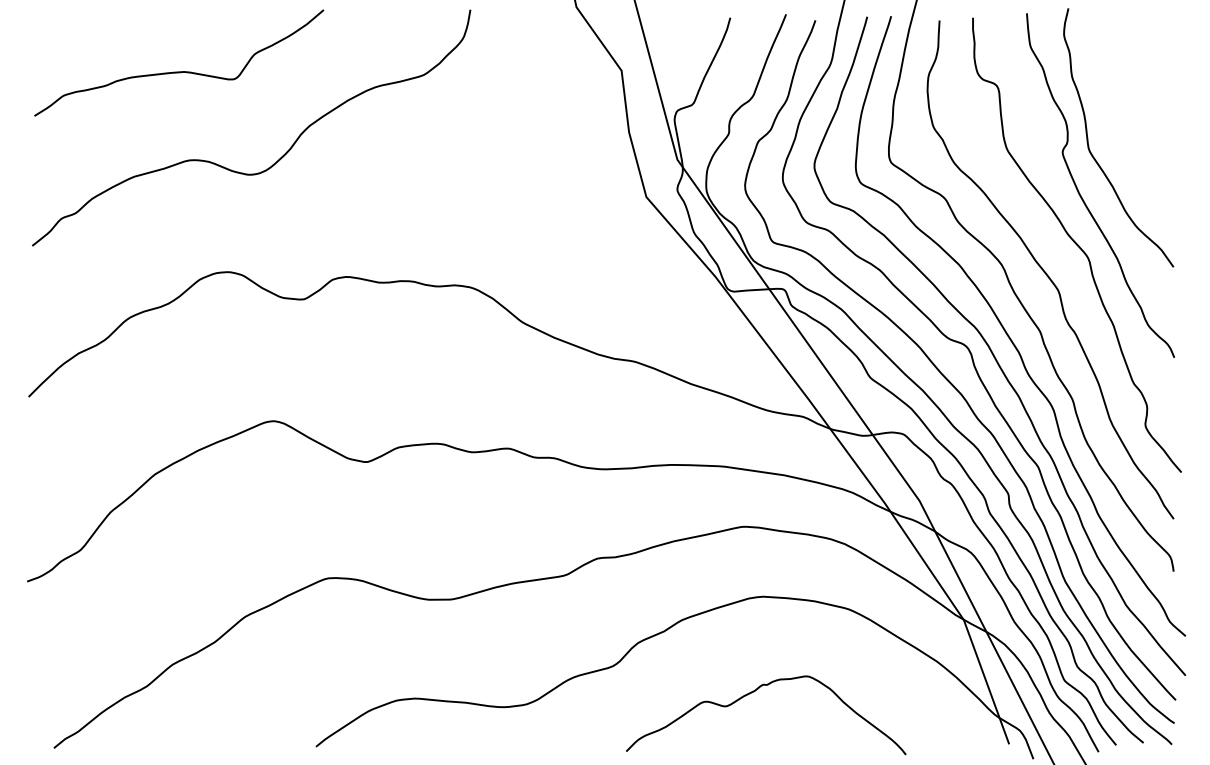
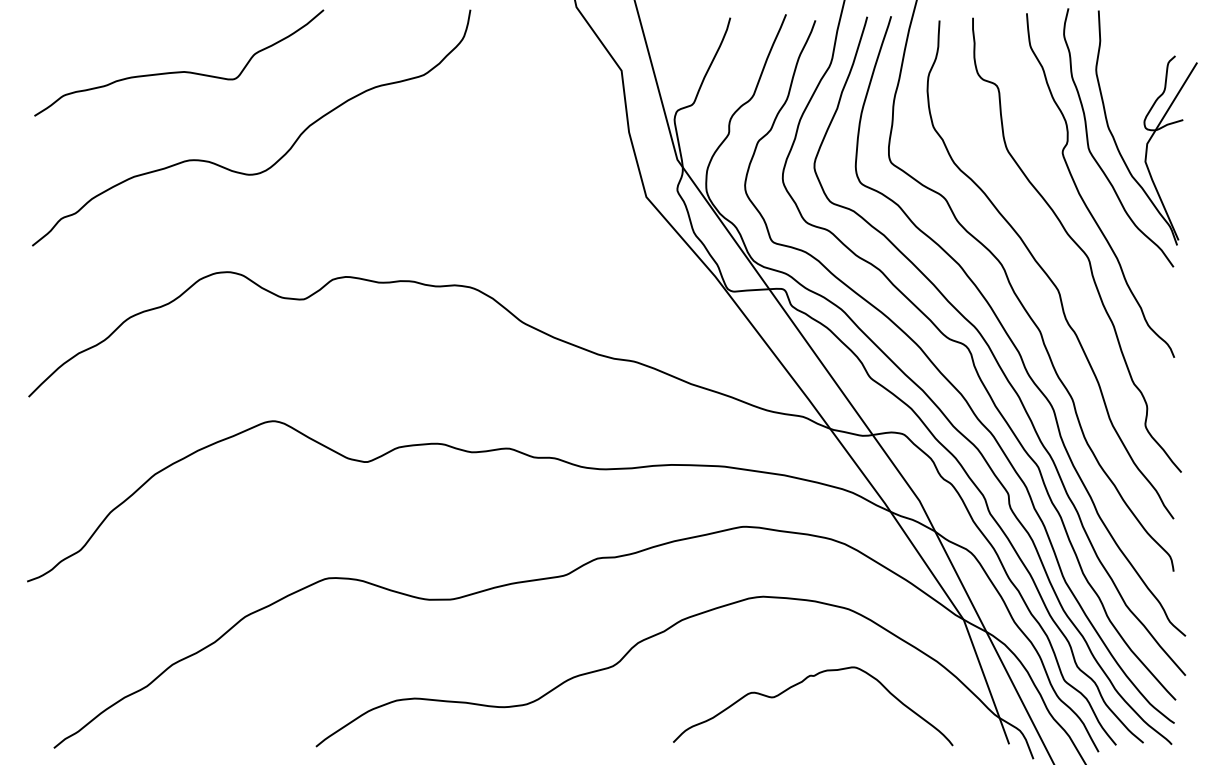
part at (1146, 127): none -> present
curve at (754, 692) position: (754, 692) -> (801, 683)
